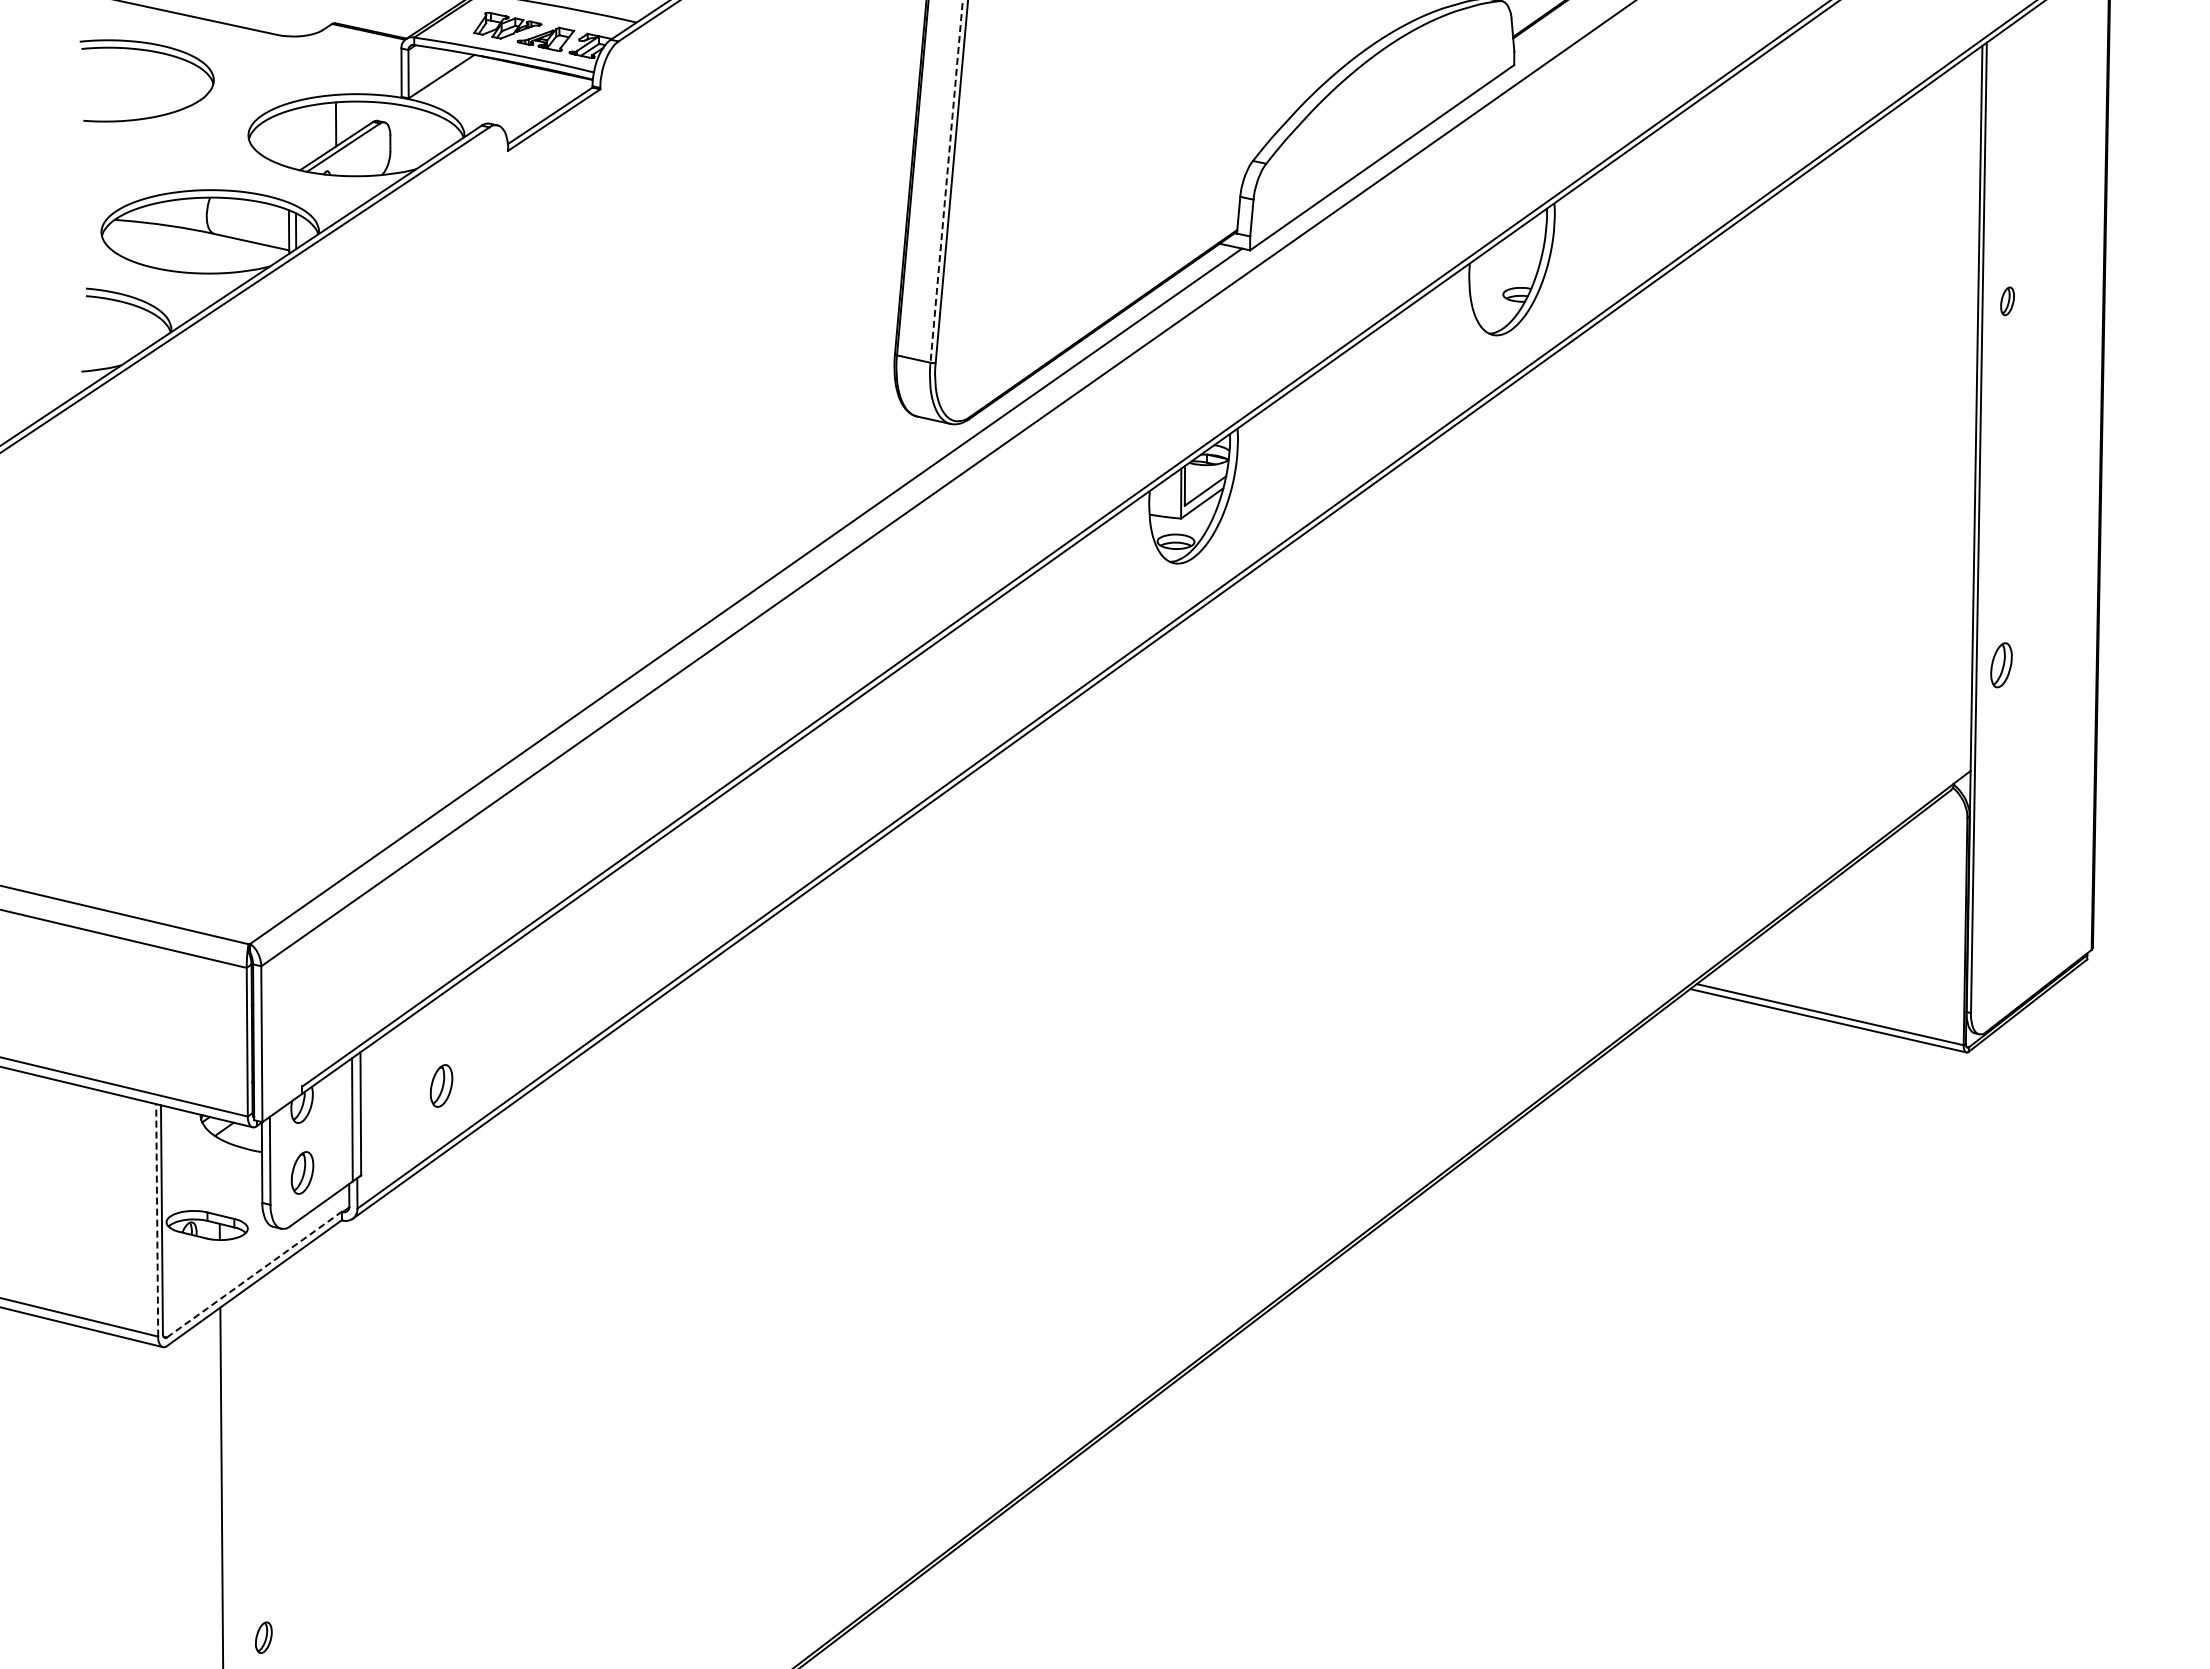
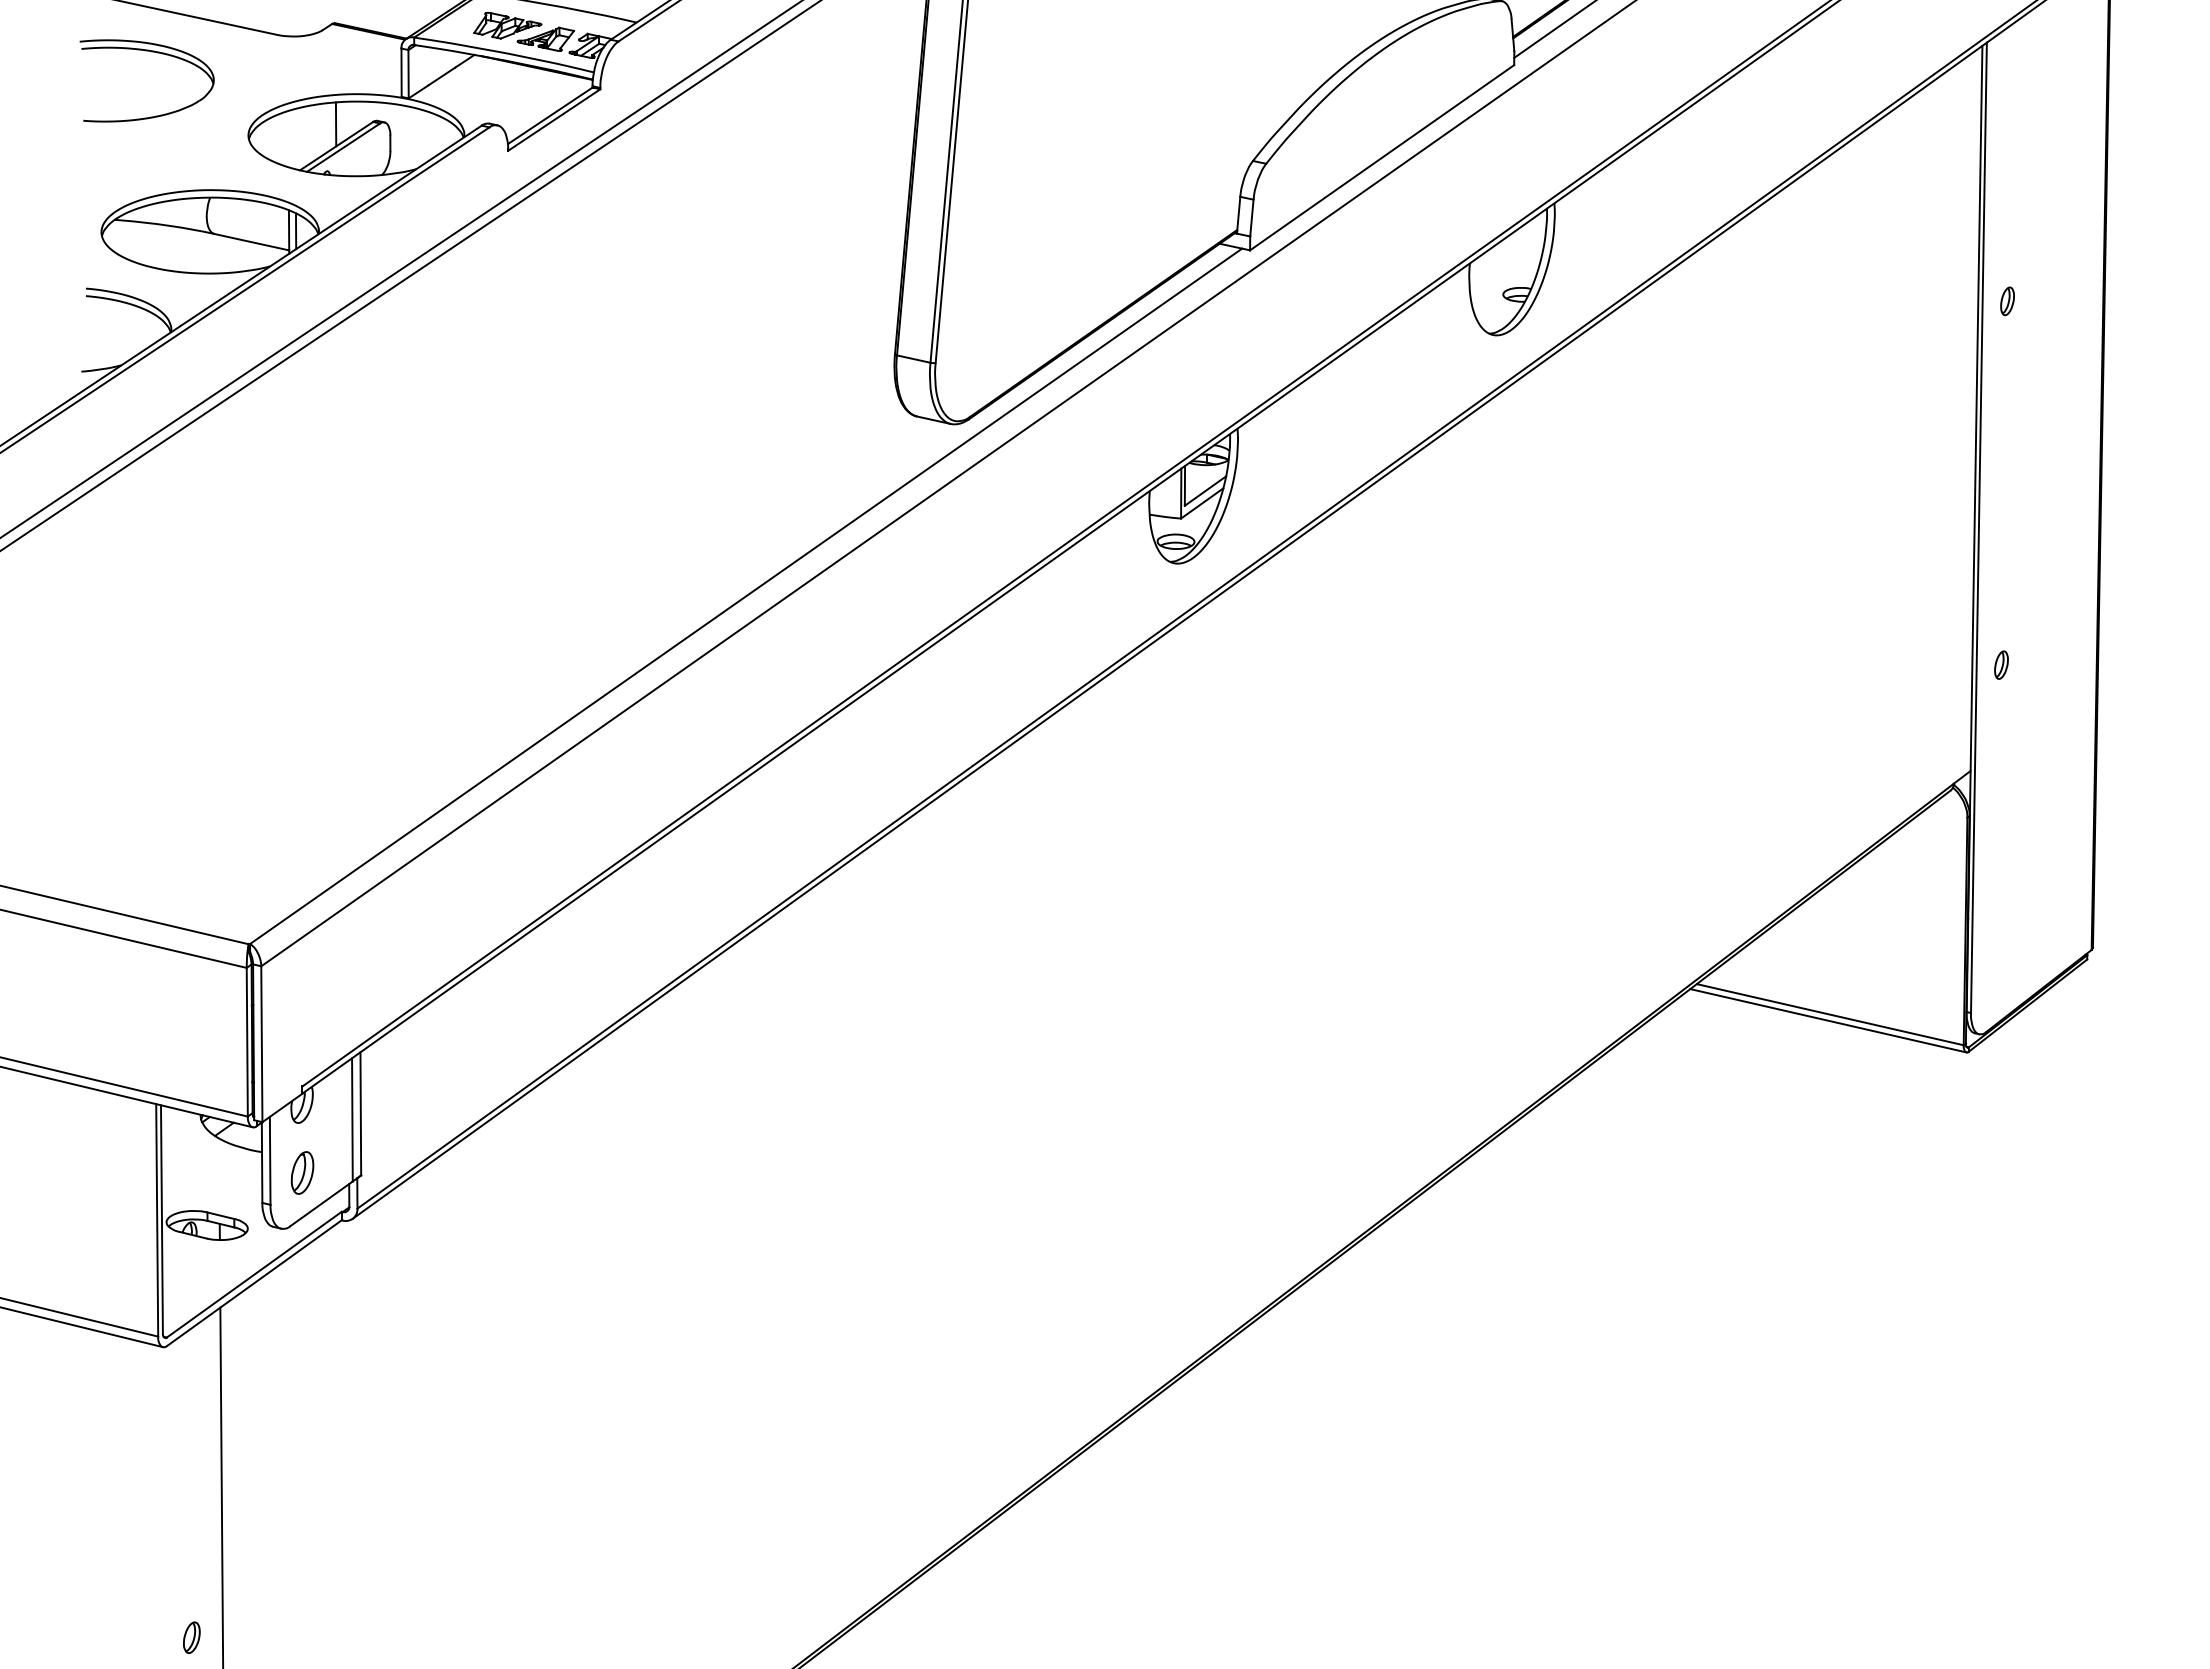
line at (1553, 29): none -> present
line at (946, 181): dashed -> solid
line at (400, 269): none -> present
line at (410, 275): none -> present
part at (2001, 665) size: 23x47 px -> 15x30 px
part at (441, 1085): present -> none
line at (157, 1219): dashed -> solid
line at (254, 1274): dashed -> solid
part at (263, 1637) position: (263, 1637) -> (191, 1637)
